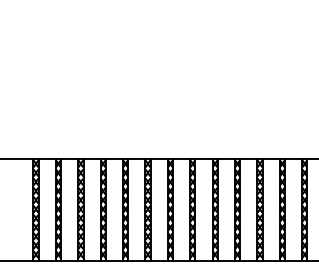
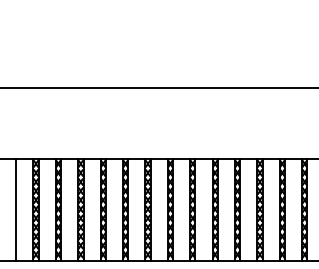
line at (158, 87): none -> present
line at (16, 209): none -> present
